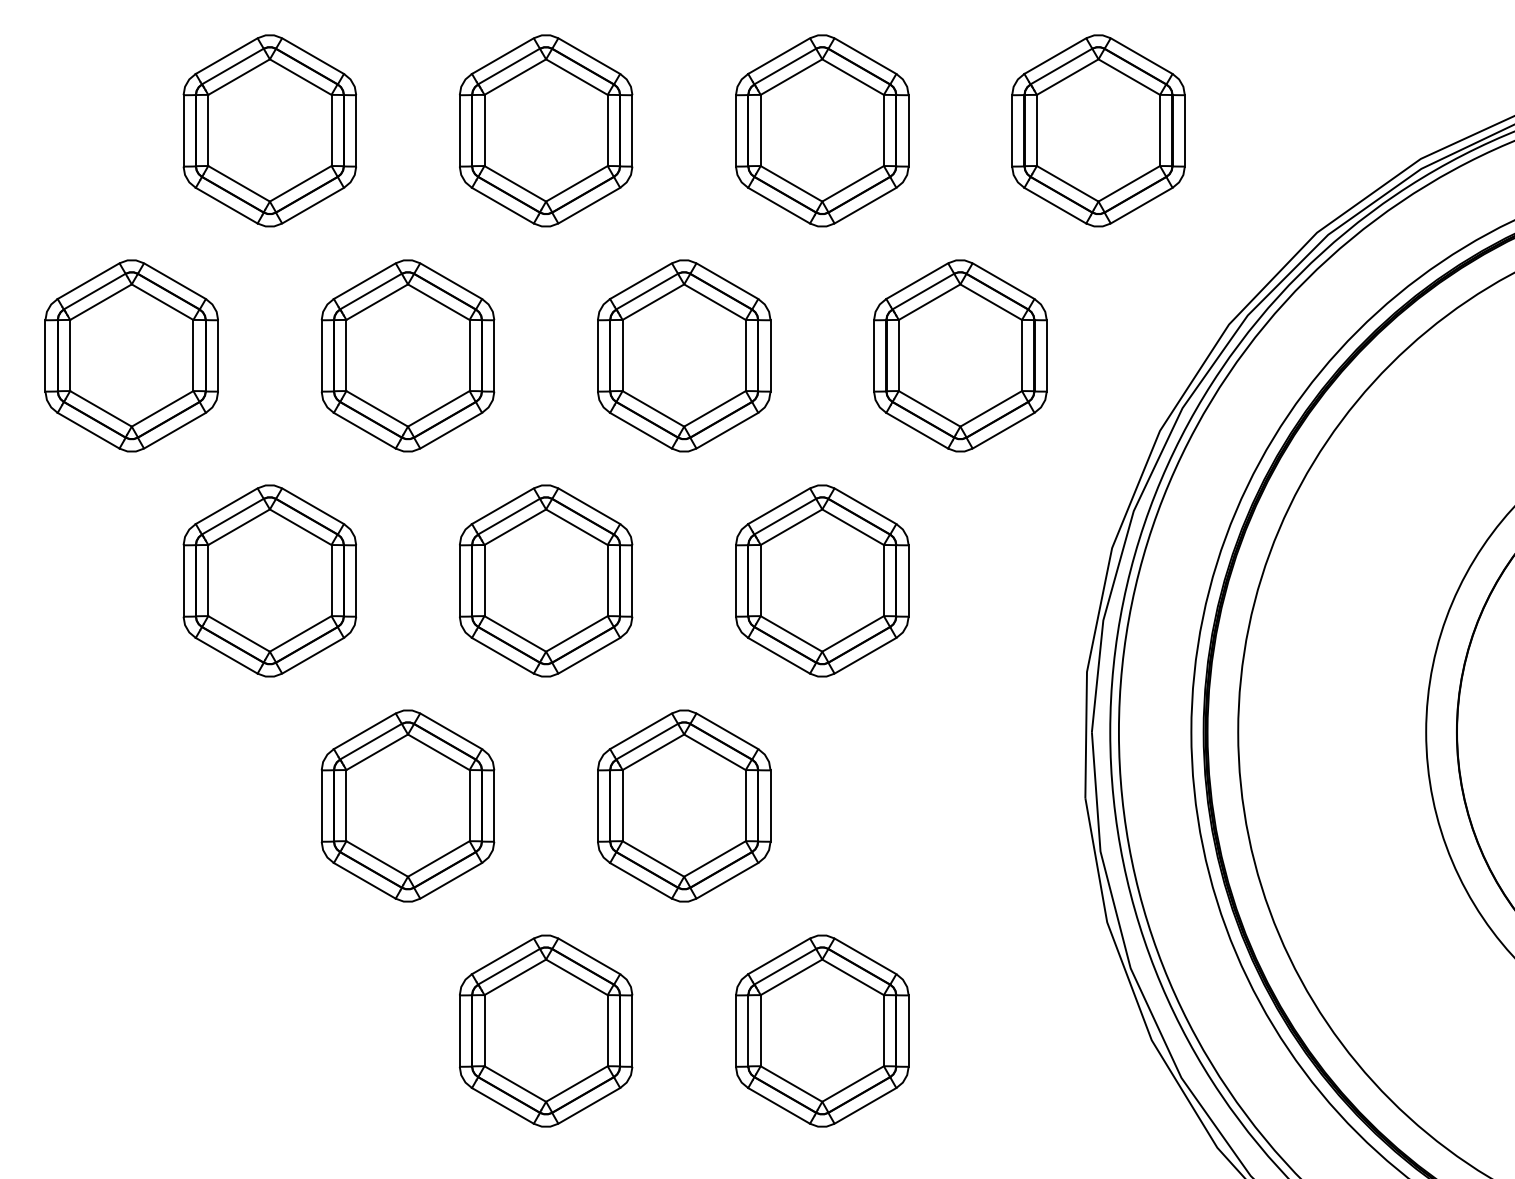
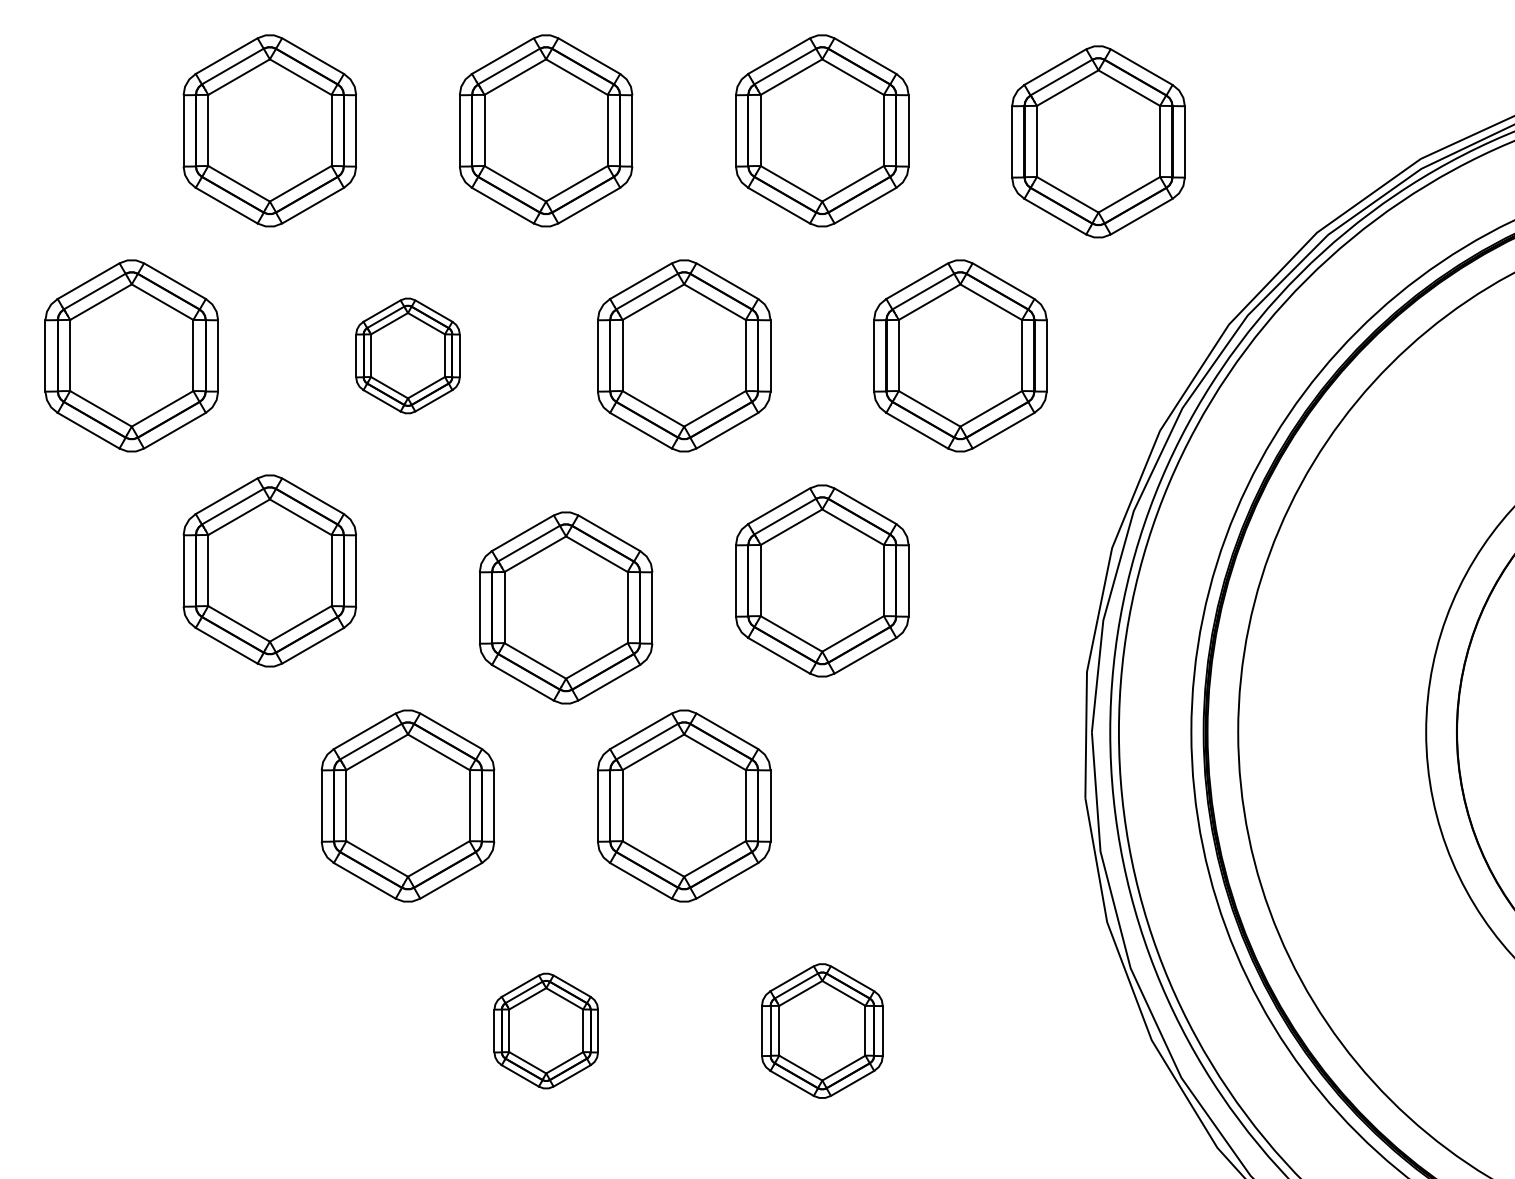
part at (1098, 130) position: (1098, 130) -> (1098, 141)
part at (407, 355) size: 176x194 px -> 106x118 px
part at (269, 580) position: (269, 580) -> (269, 570)
part at (546, 580) position: (546, 580) -> (566, 607)
part at (546, 1030) size: 175x194 px -> 106x118 px
part at (822, 1030) size: 175x194 px -> 123x136 px
